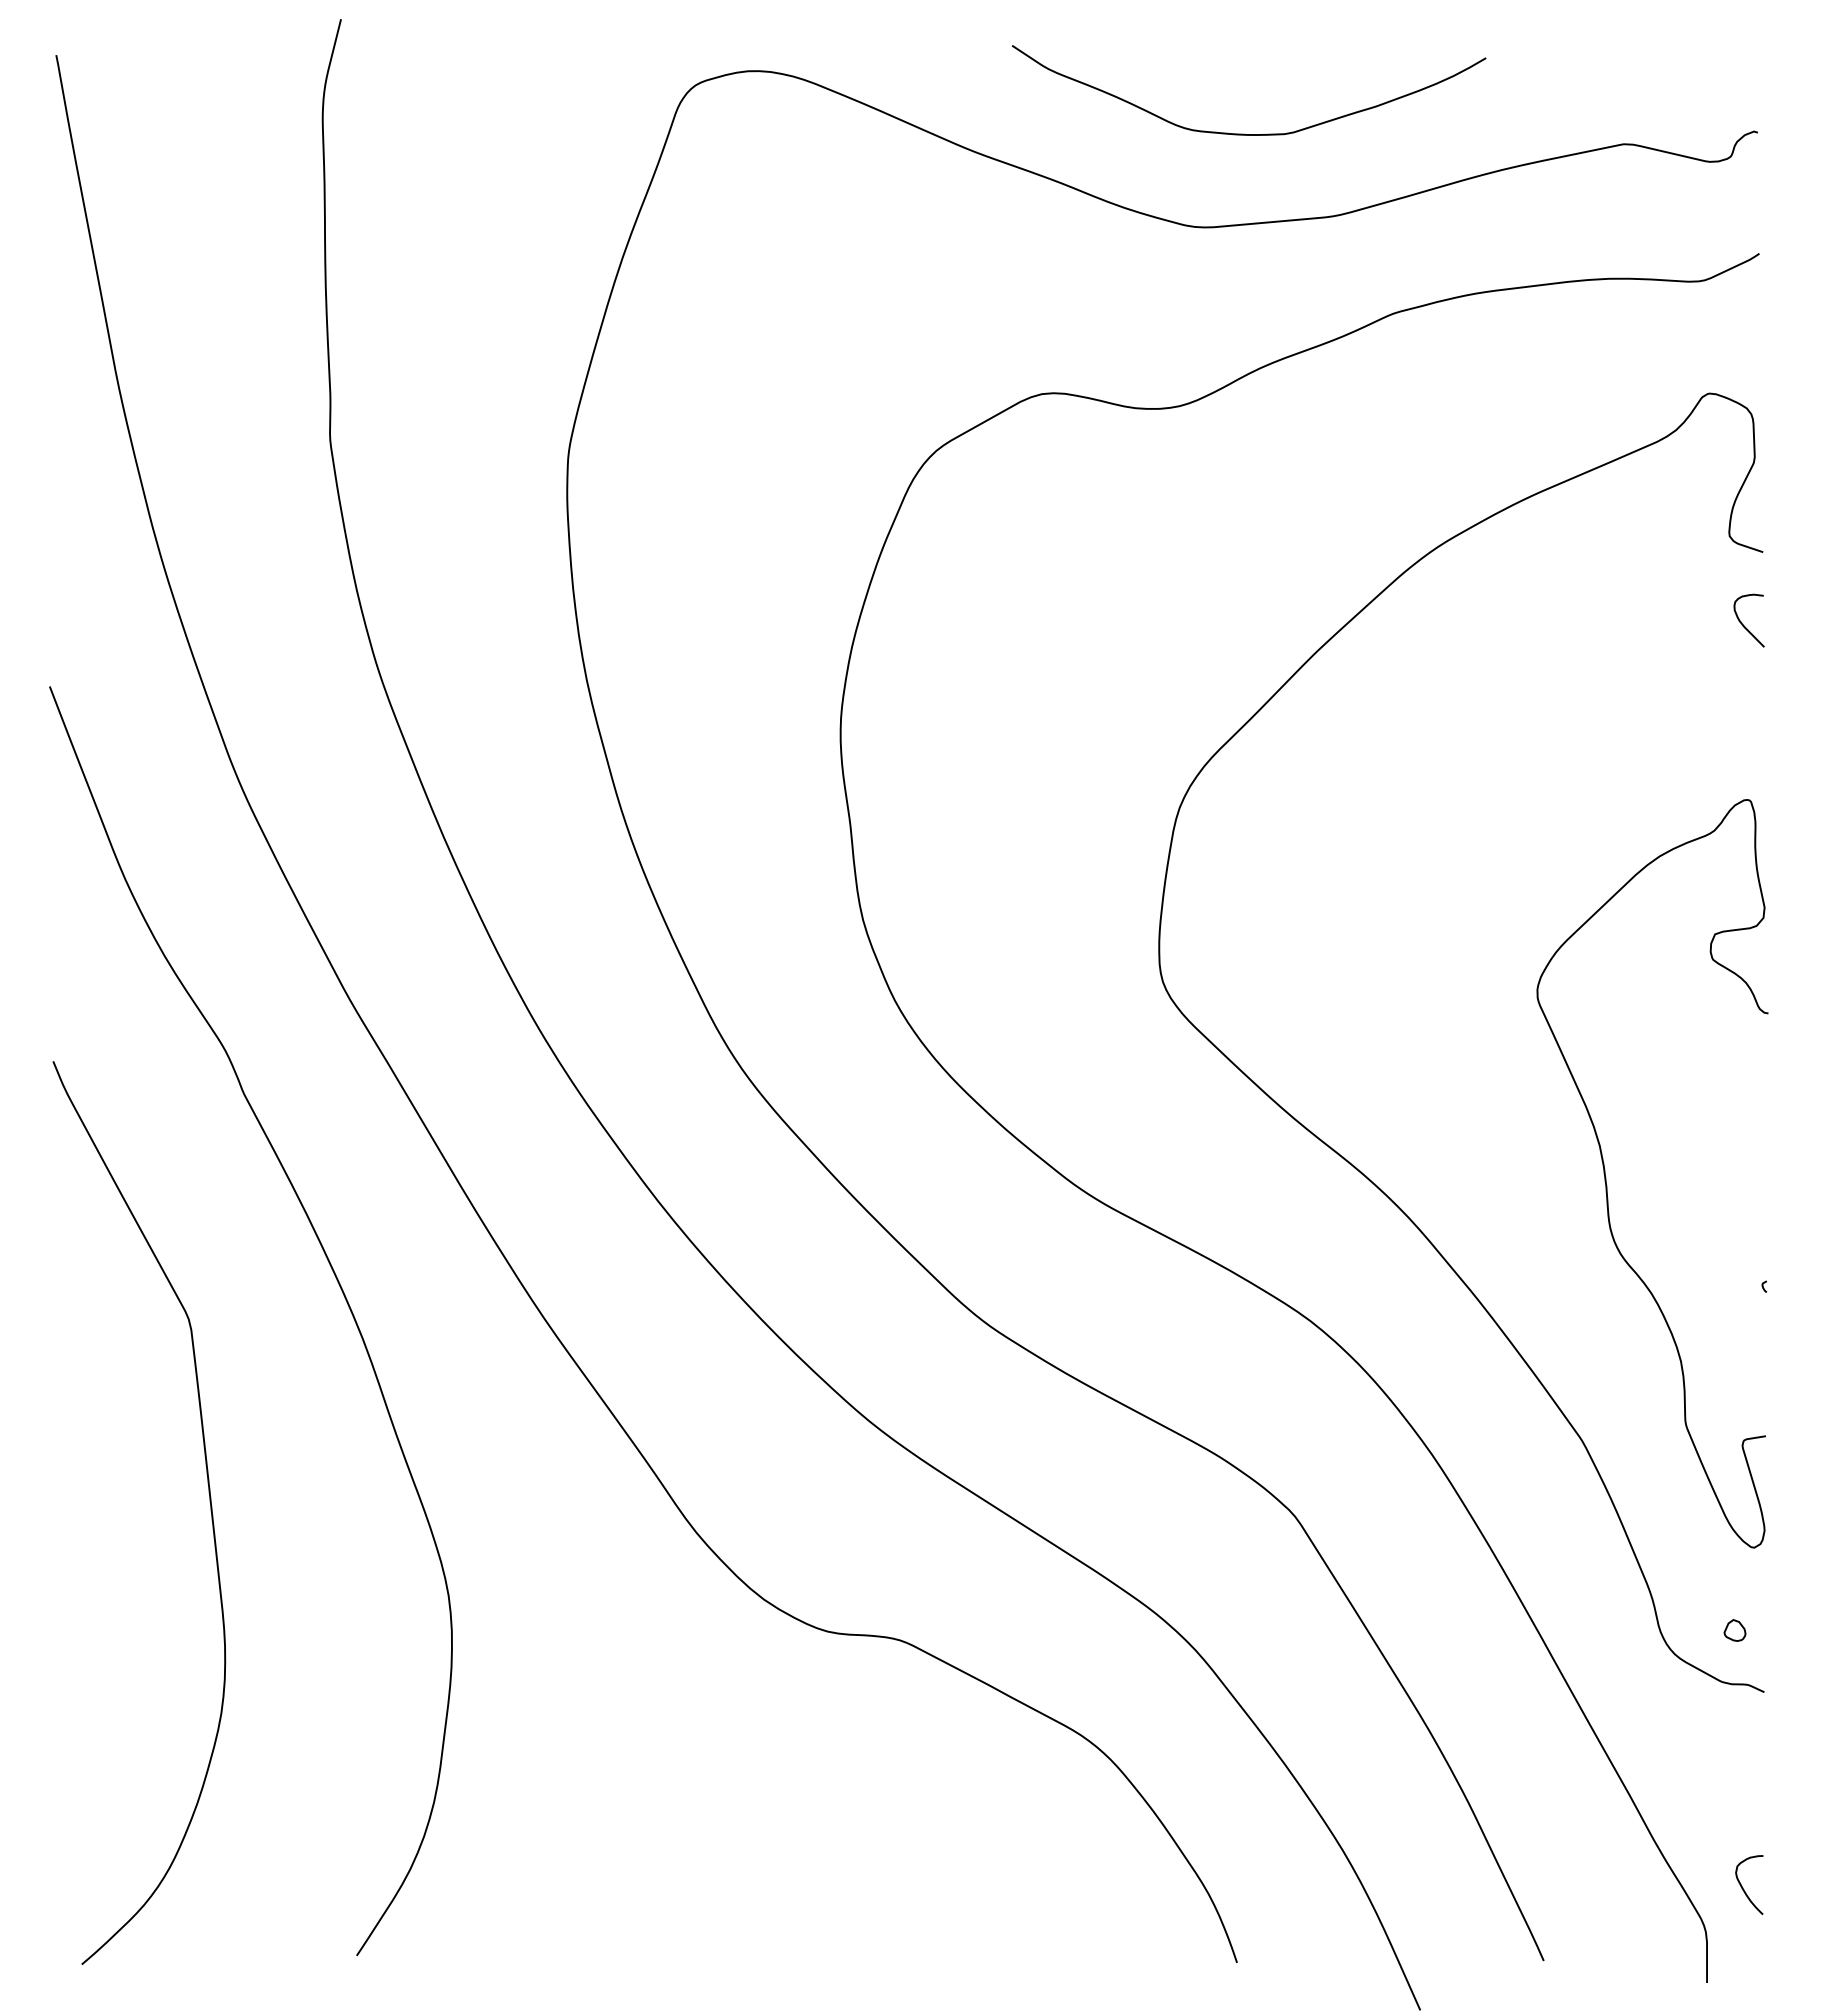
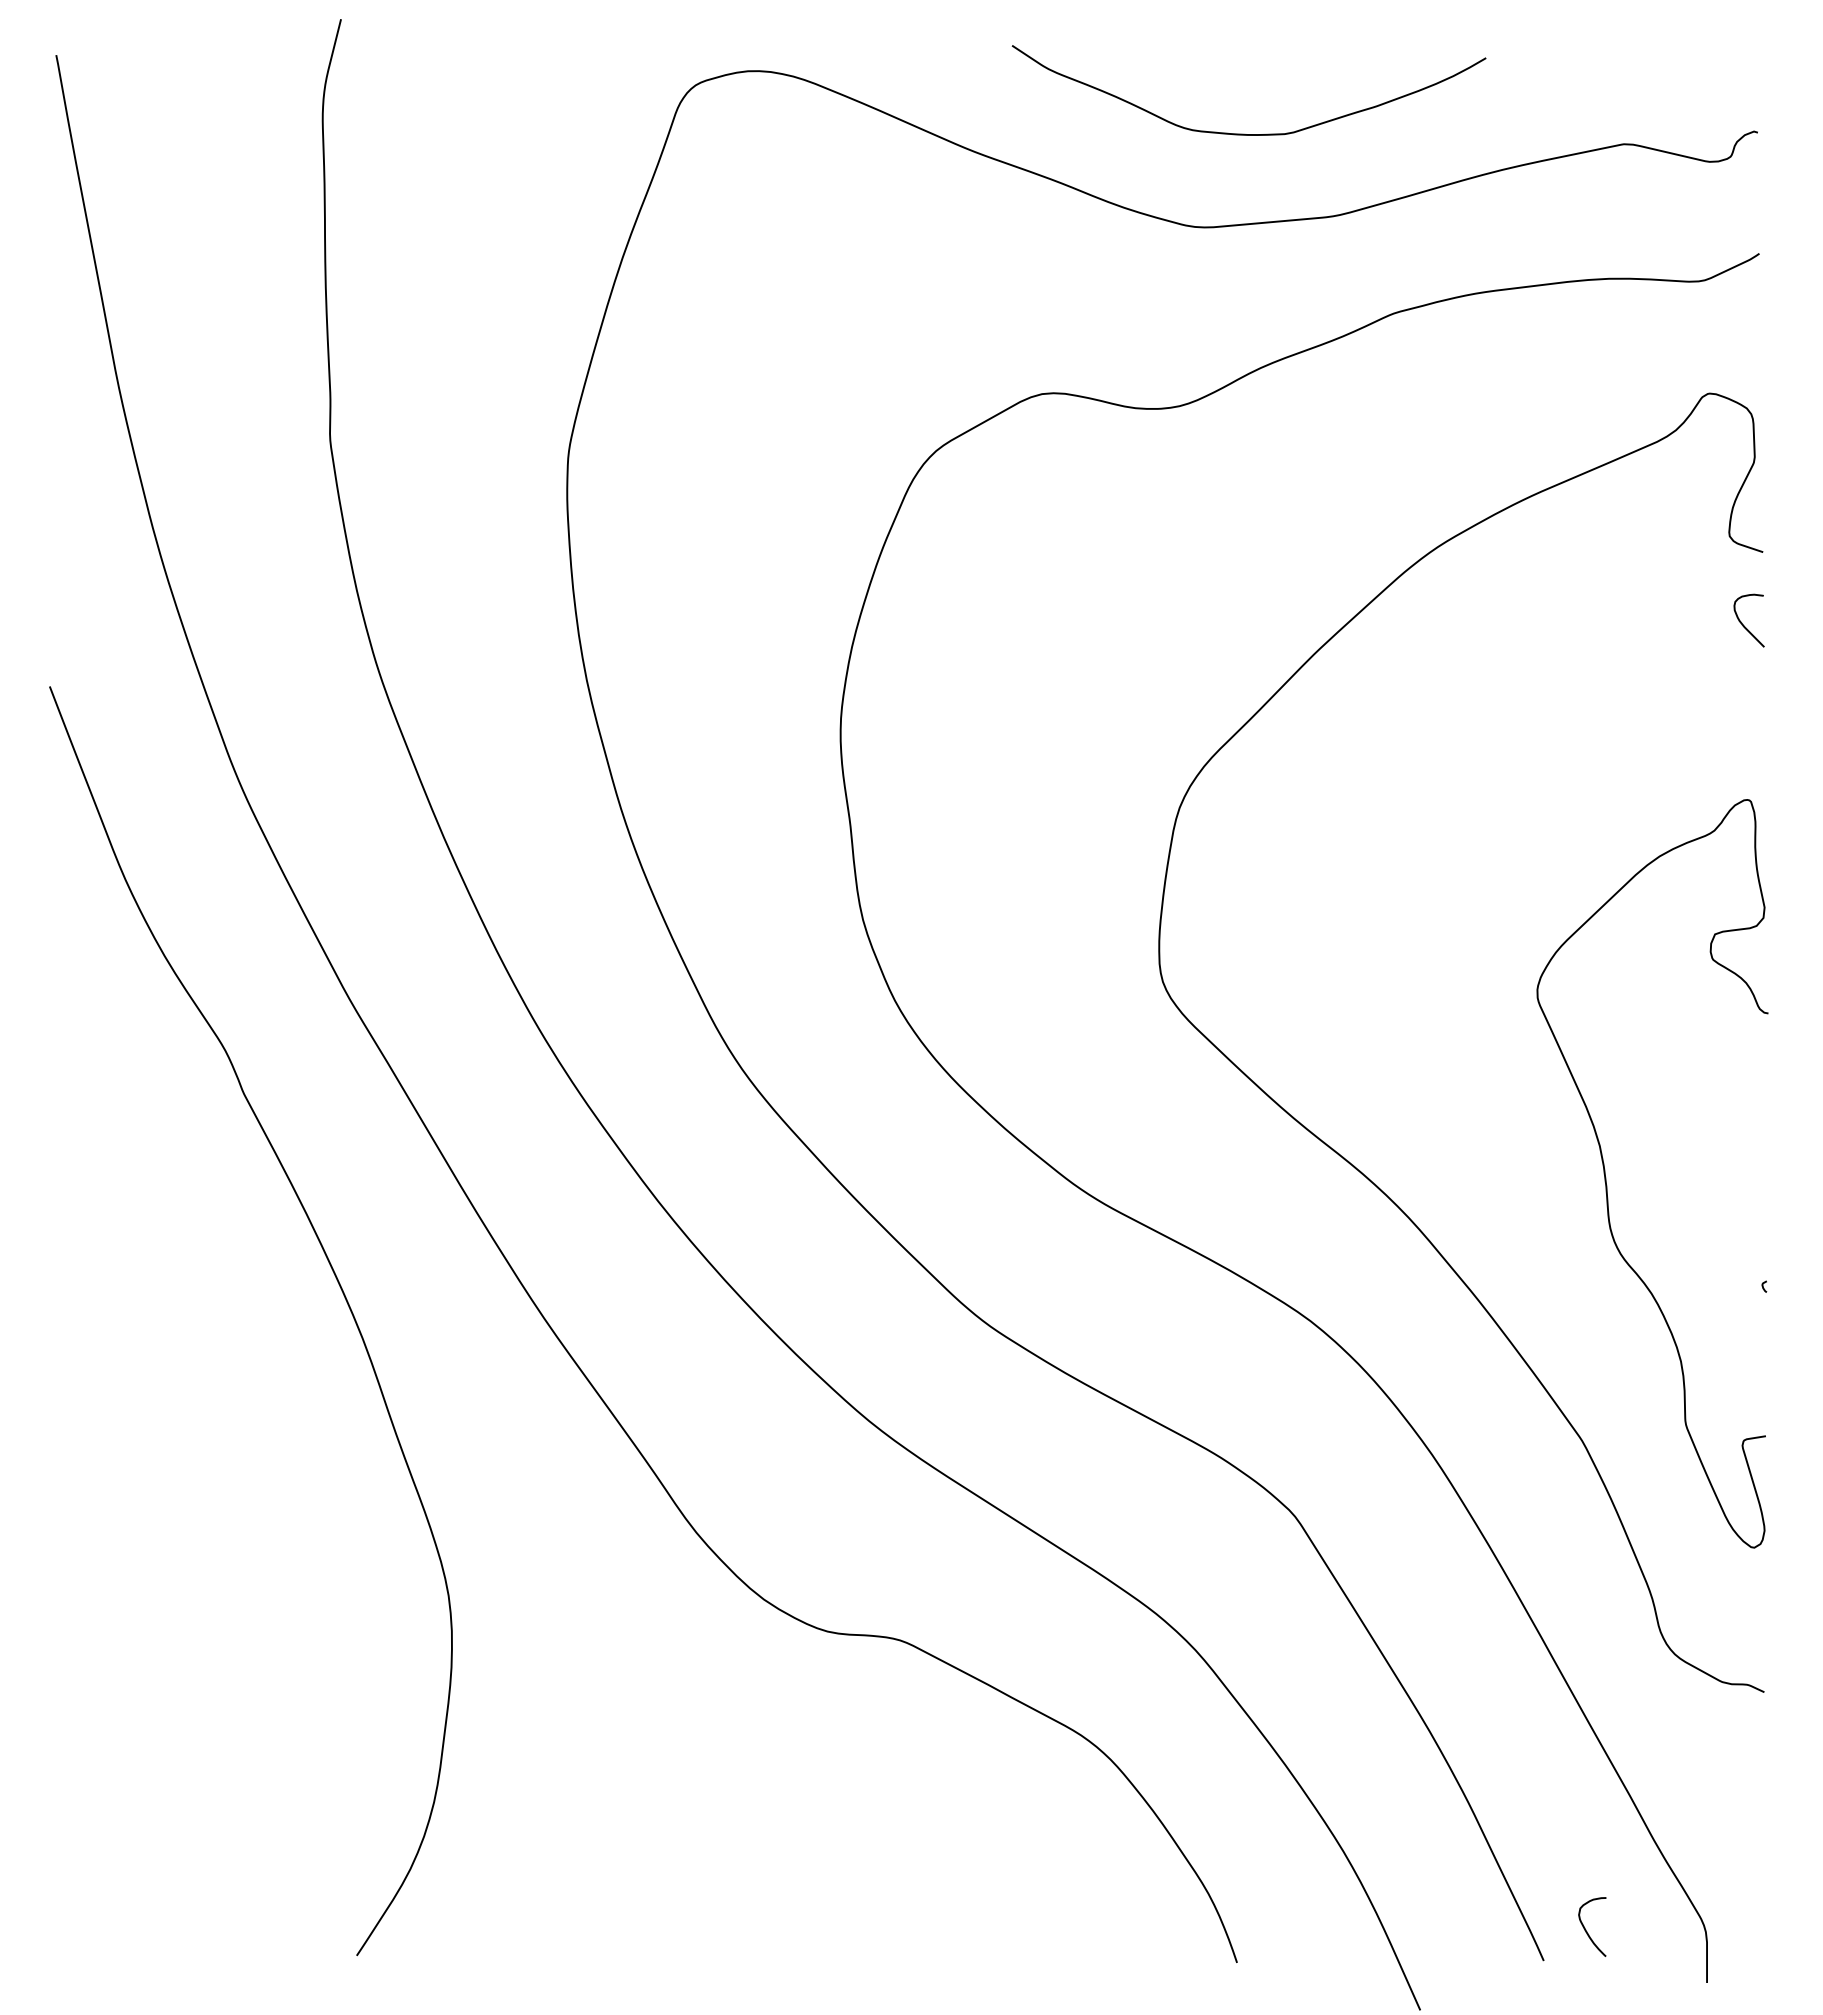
curve at (209, 1502): present -> none
part at (1734, 1630): present -> none
curve at (1743, 1887) position: (1743, 1887) -> (1586, 1929)
